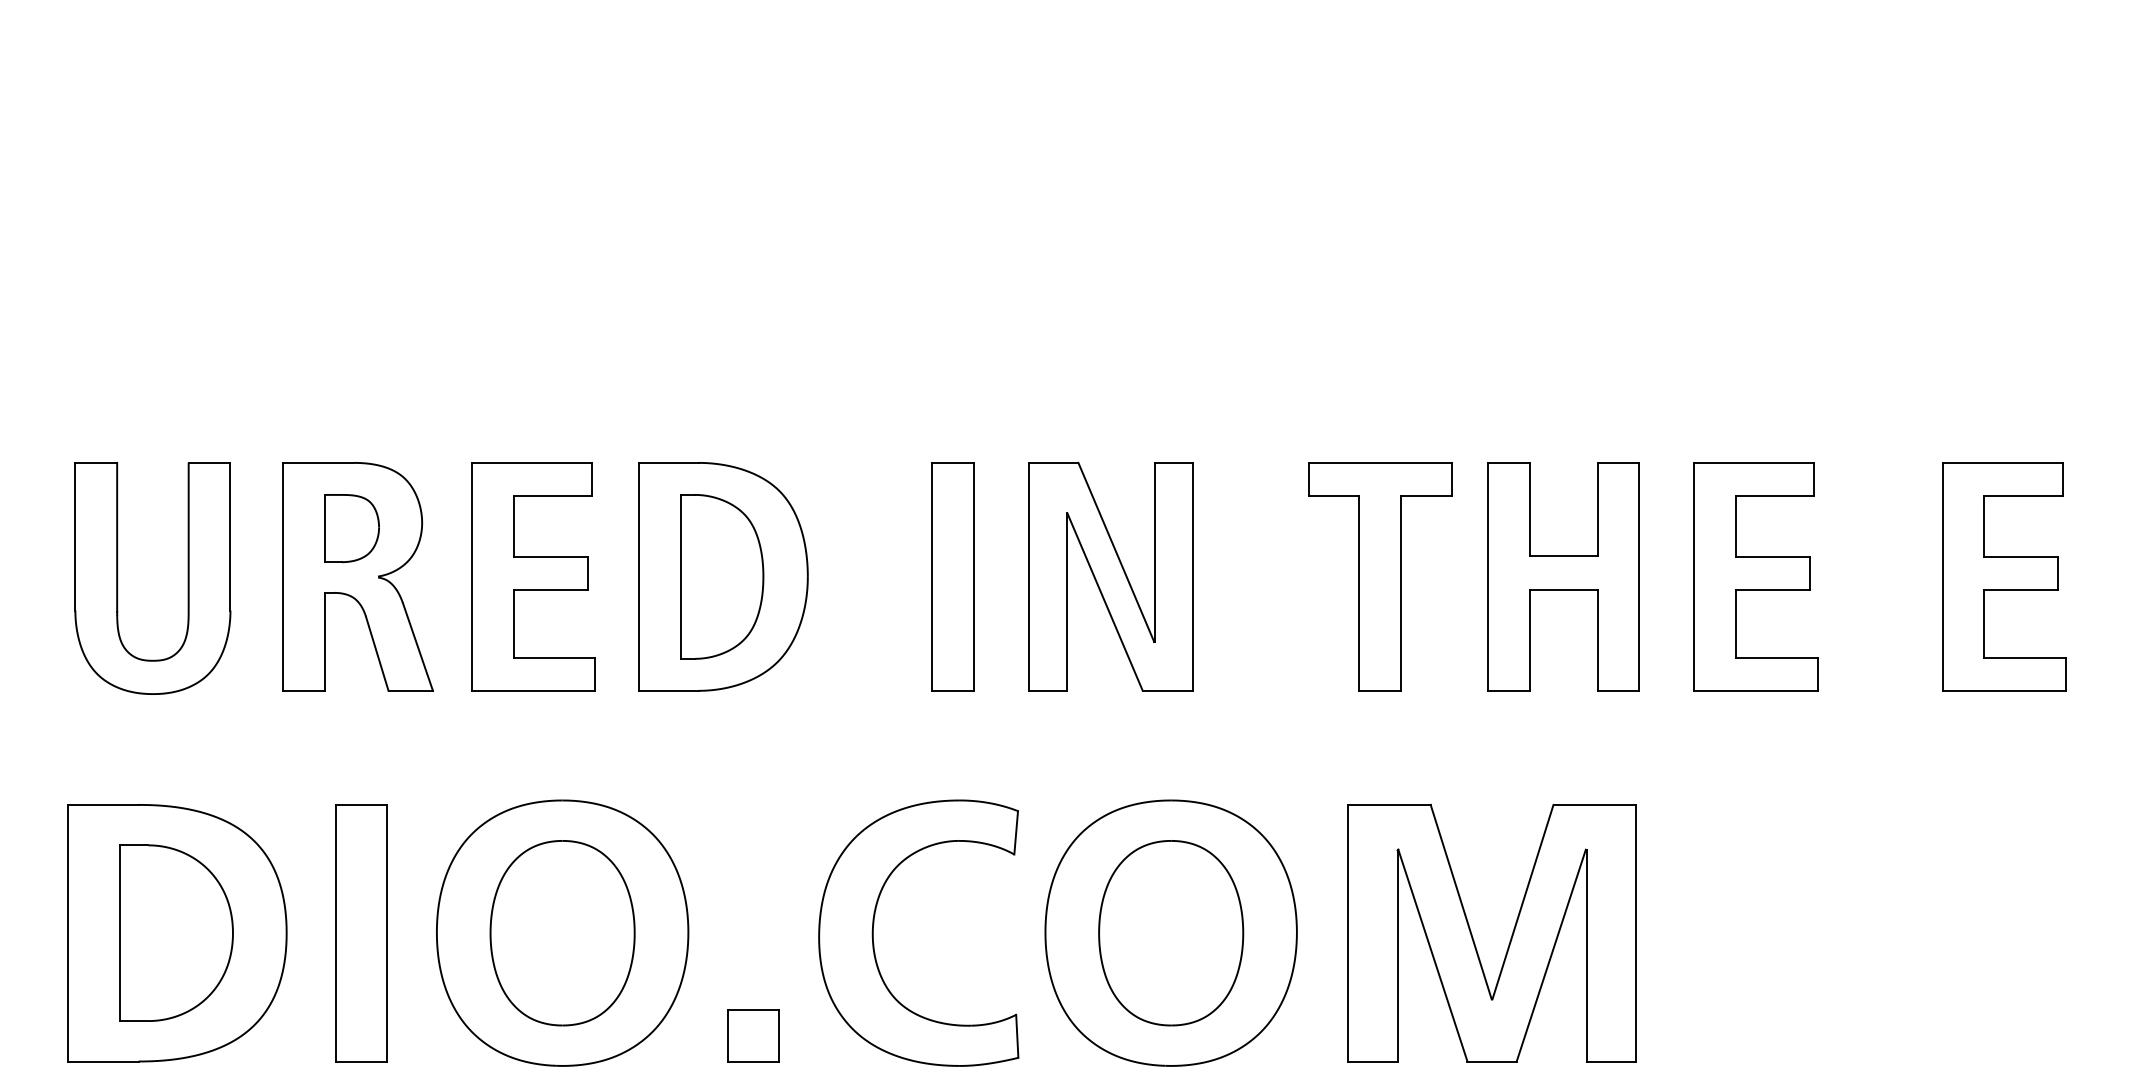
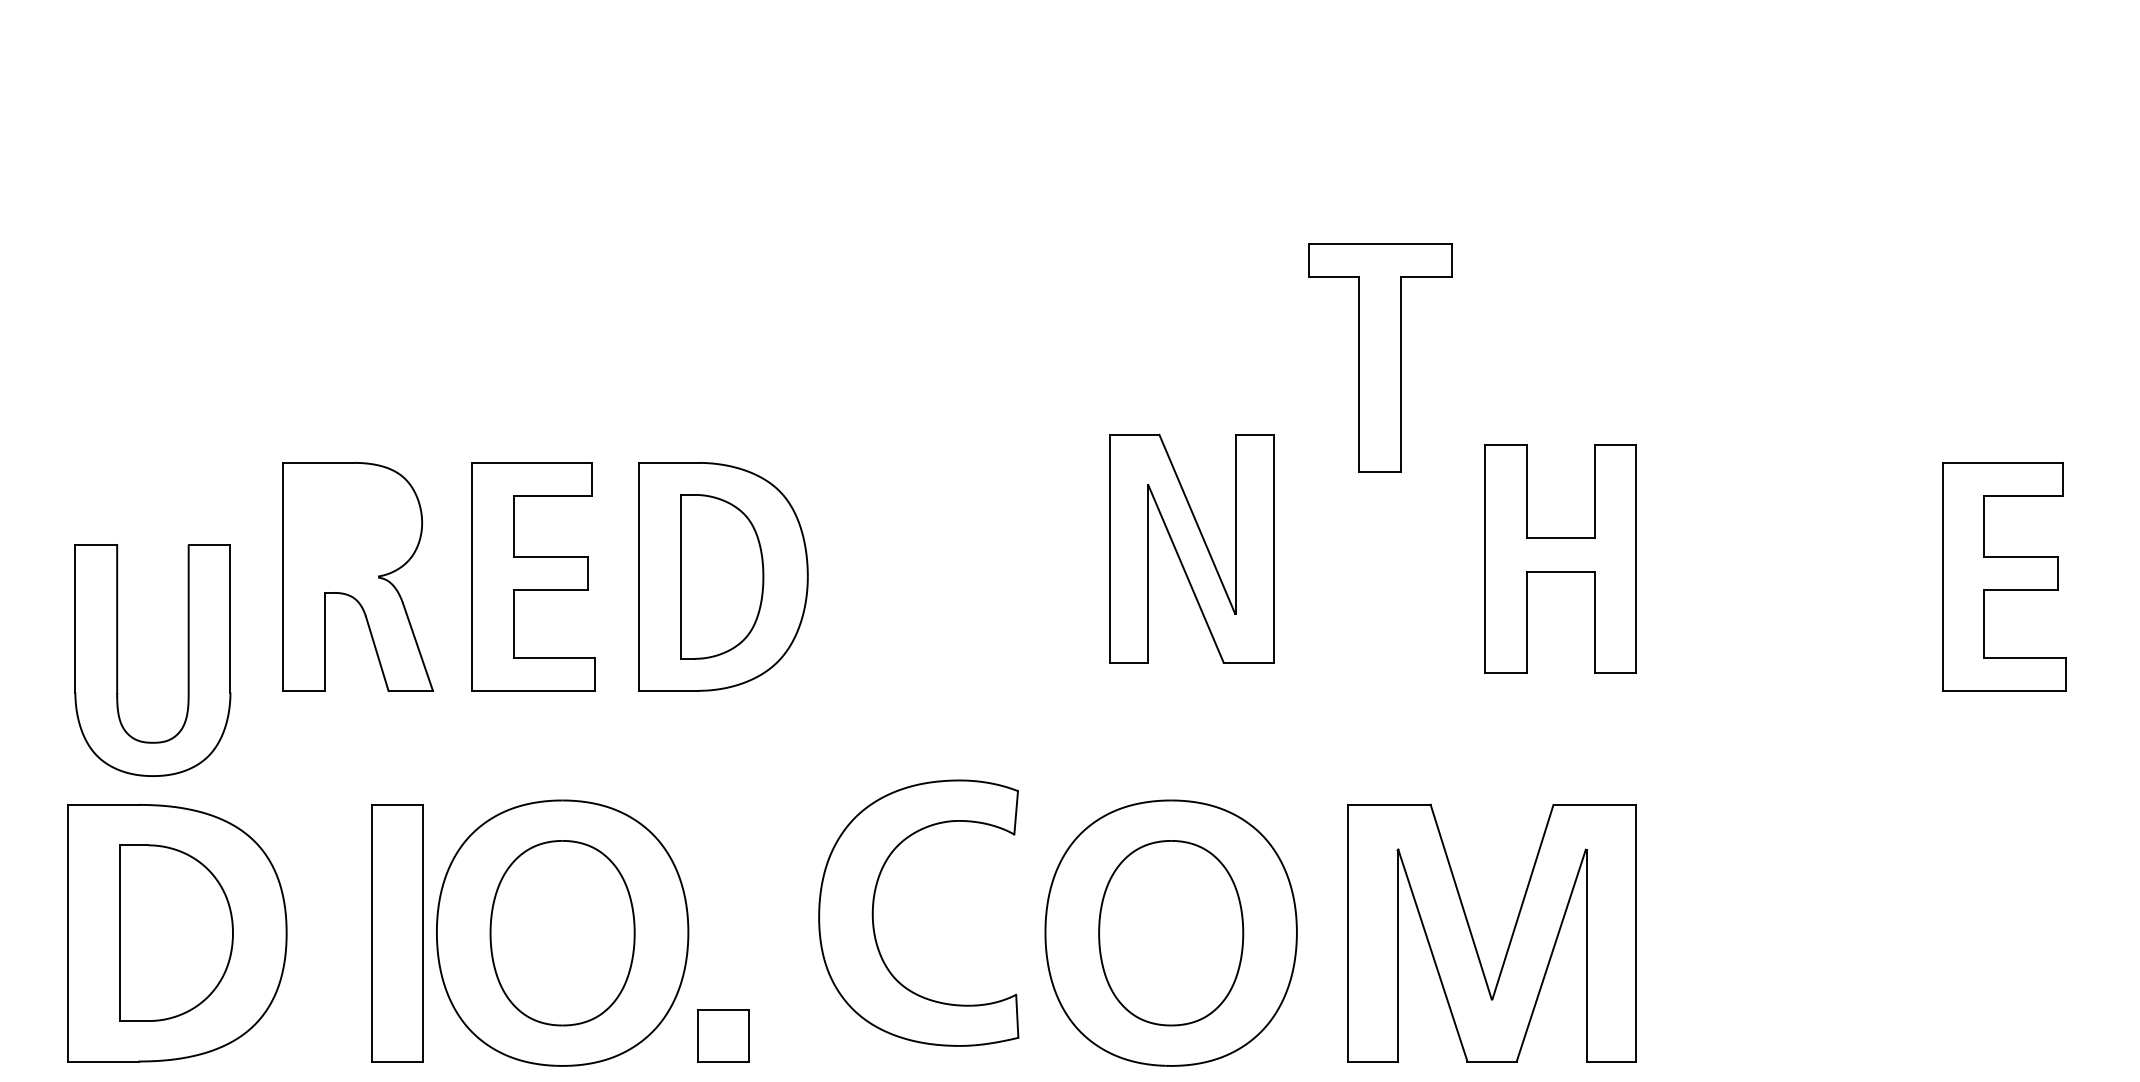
part at (351, 528): present -> none
part at (952, 576): present -> none
part at (1110, 576) position: (1110, 576) -> (1191, 548)
part at (1380, 576) position: (1380, 576) -> (1380, 357)
part at (1563, 576) position: (1563, 576) -> (1560, 558)
part at (1755, 576): present -> none
part at (118, 578) position: (118, 578) -> (118, 660)
part at (874, 924) position: (874, 924) -> (874, 904)
part at (361, 933) position: (361, 933) -> (397, 933)
part at (753, 1035) position: (753, 1035) -> (723, 1035)
